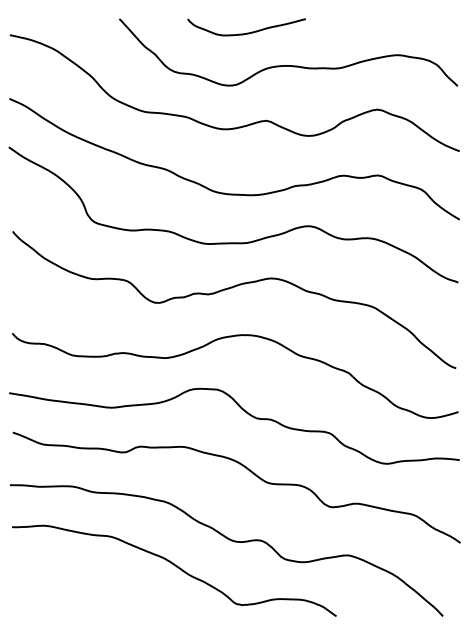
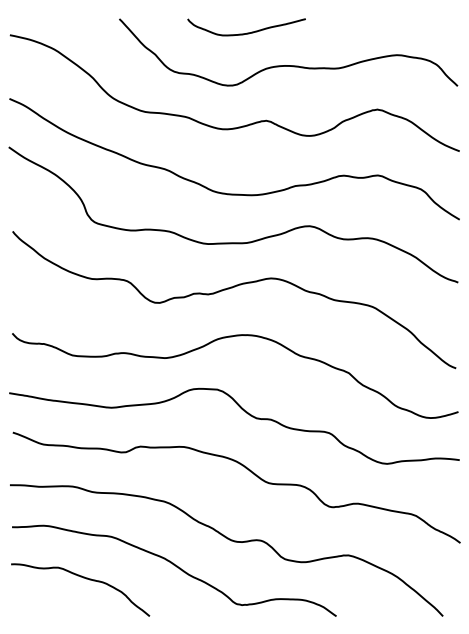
curve at (83, 578): none -> present
